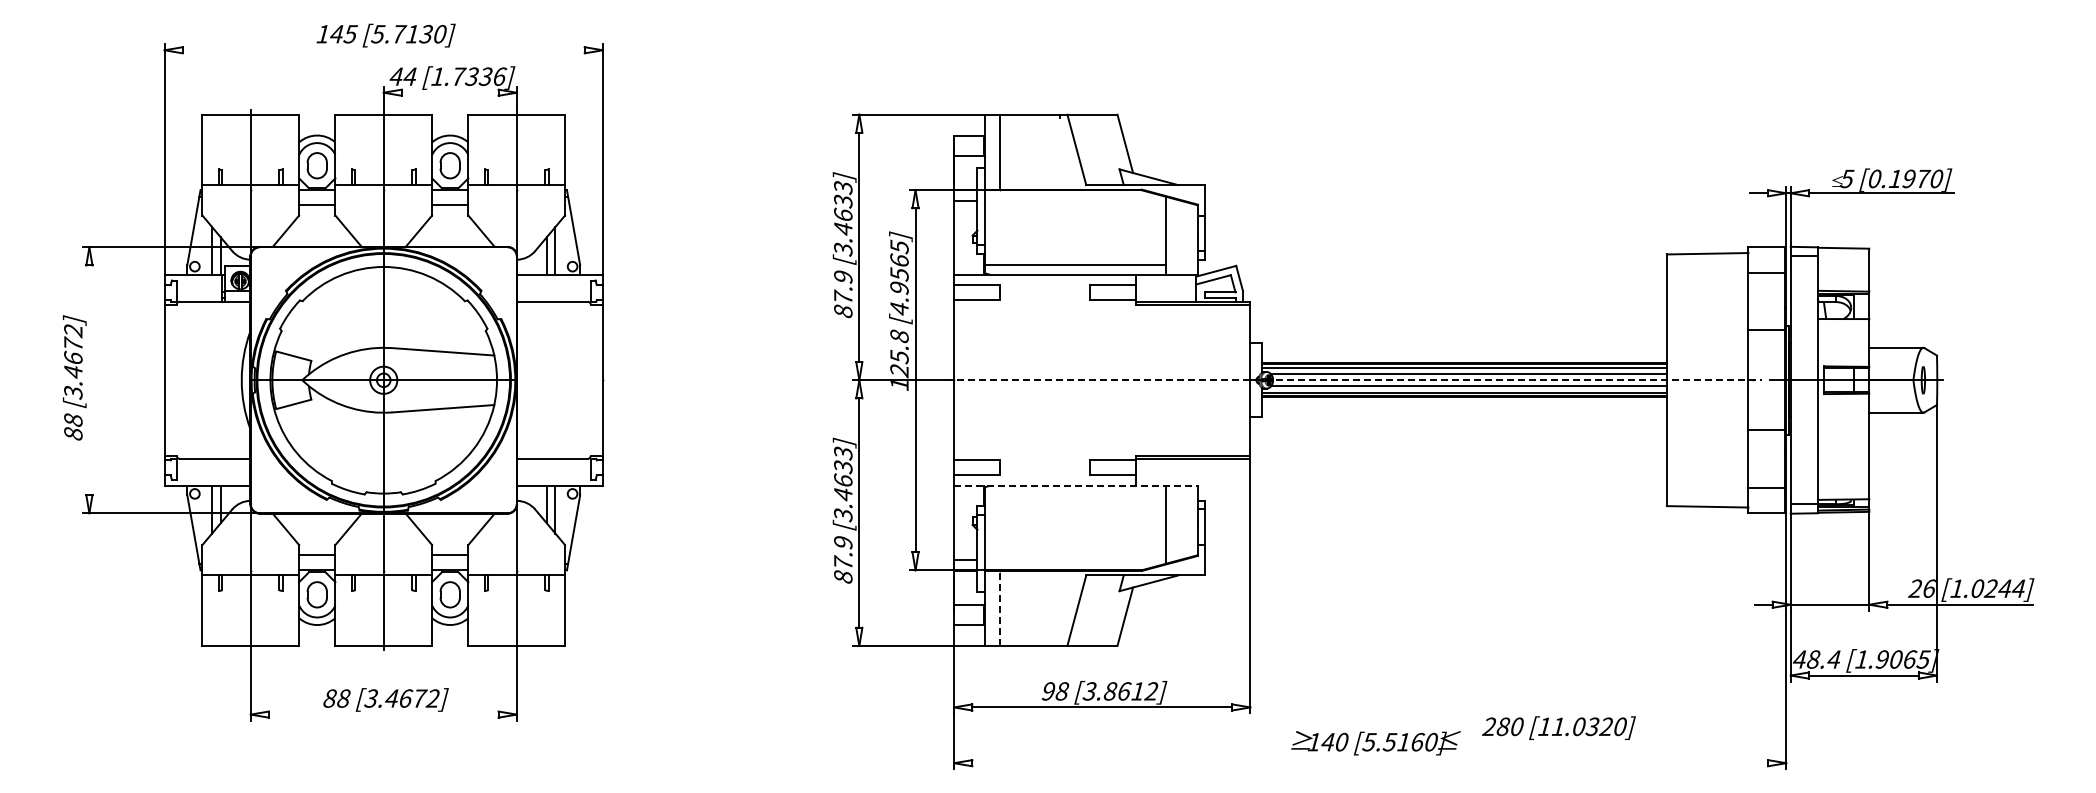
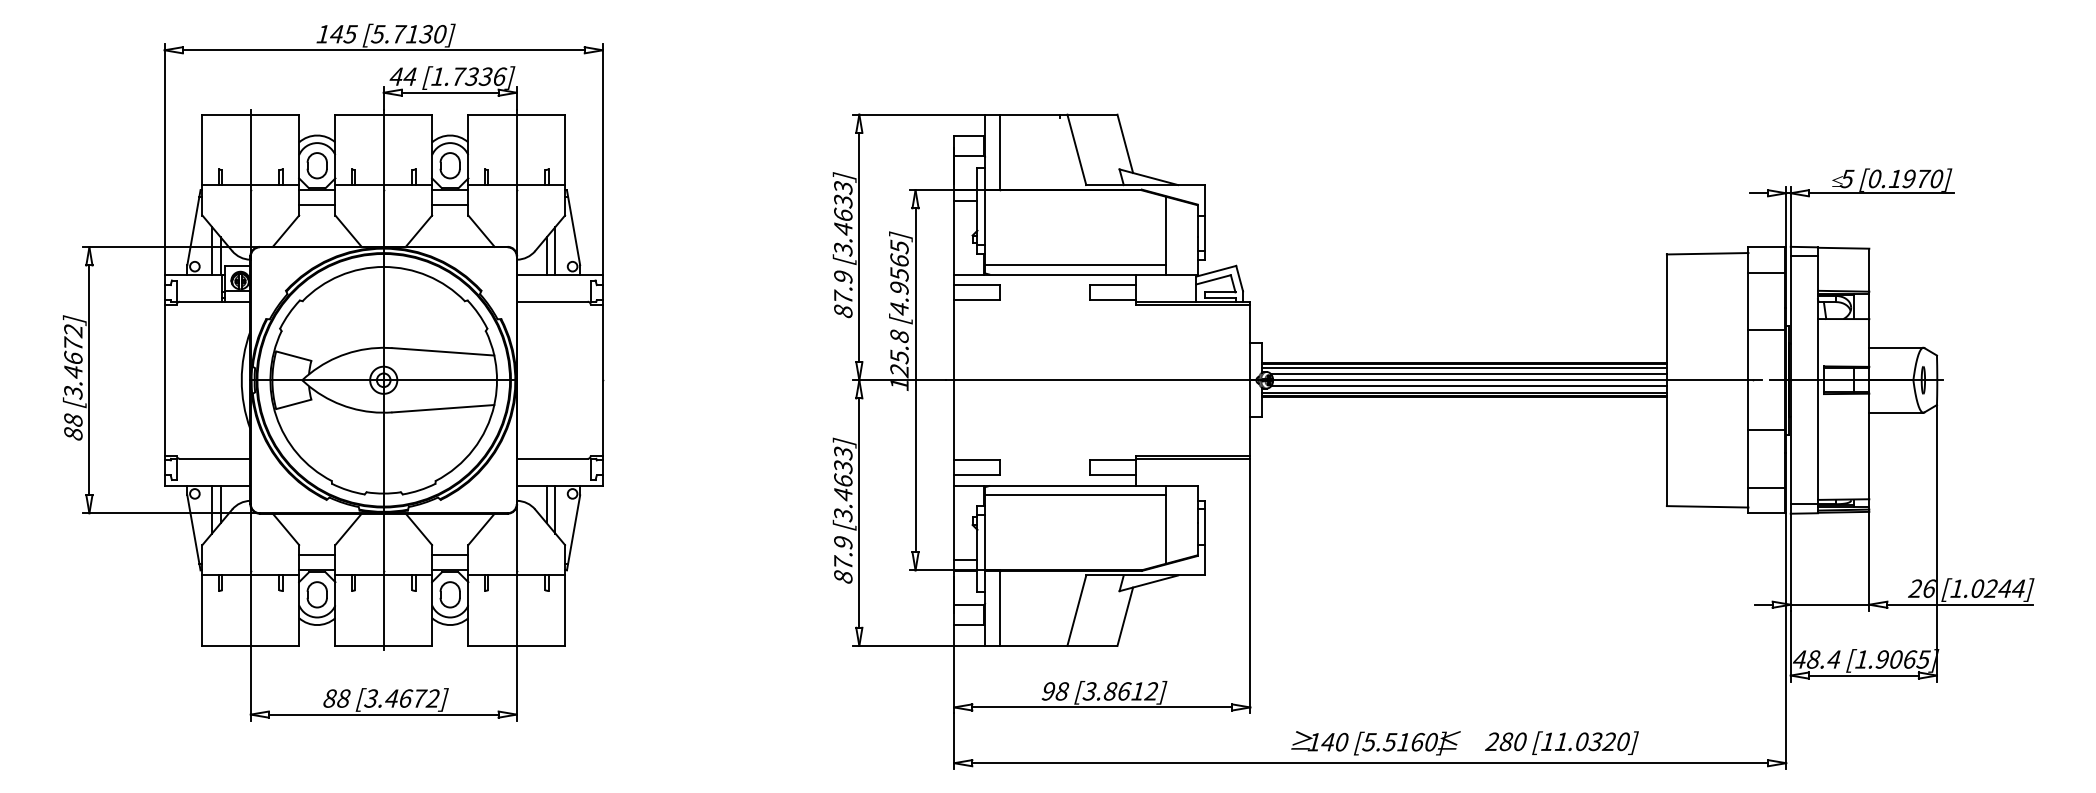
line at (383, 50): none -> present
line at (449, 92): none -> present
line at (89, 380): none -> present
line at (1354, 380): dashed -> solid
line at (1075, 486): dashed -> solid
line at (1074, 495): none -> present
line at (1000, 607): dashed -> solid
line at (383, 714): none -> present
text at (1558, 727) position: (1558, 727) -> (1561, 742)
line at (1370, 763): none -> present
